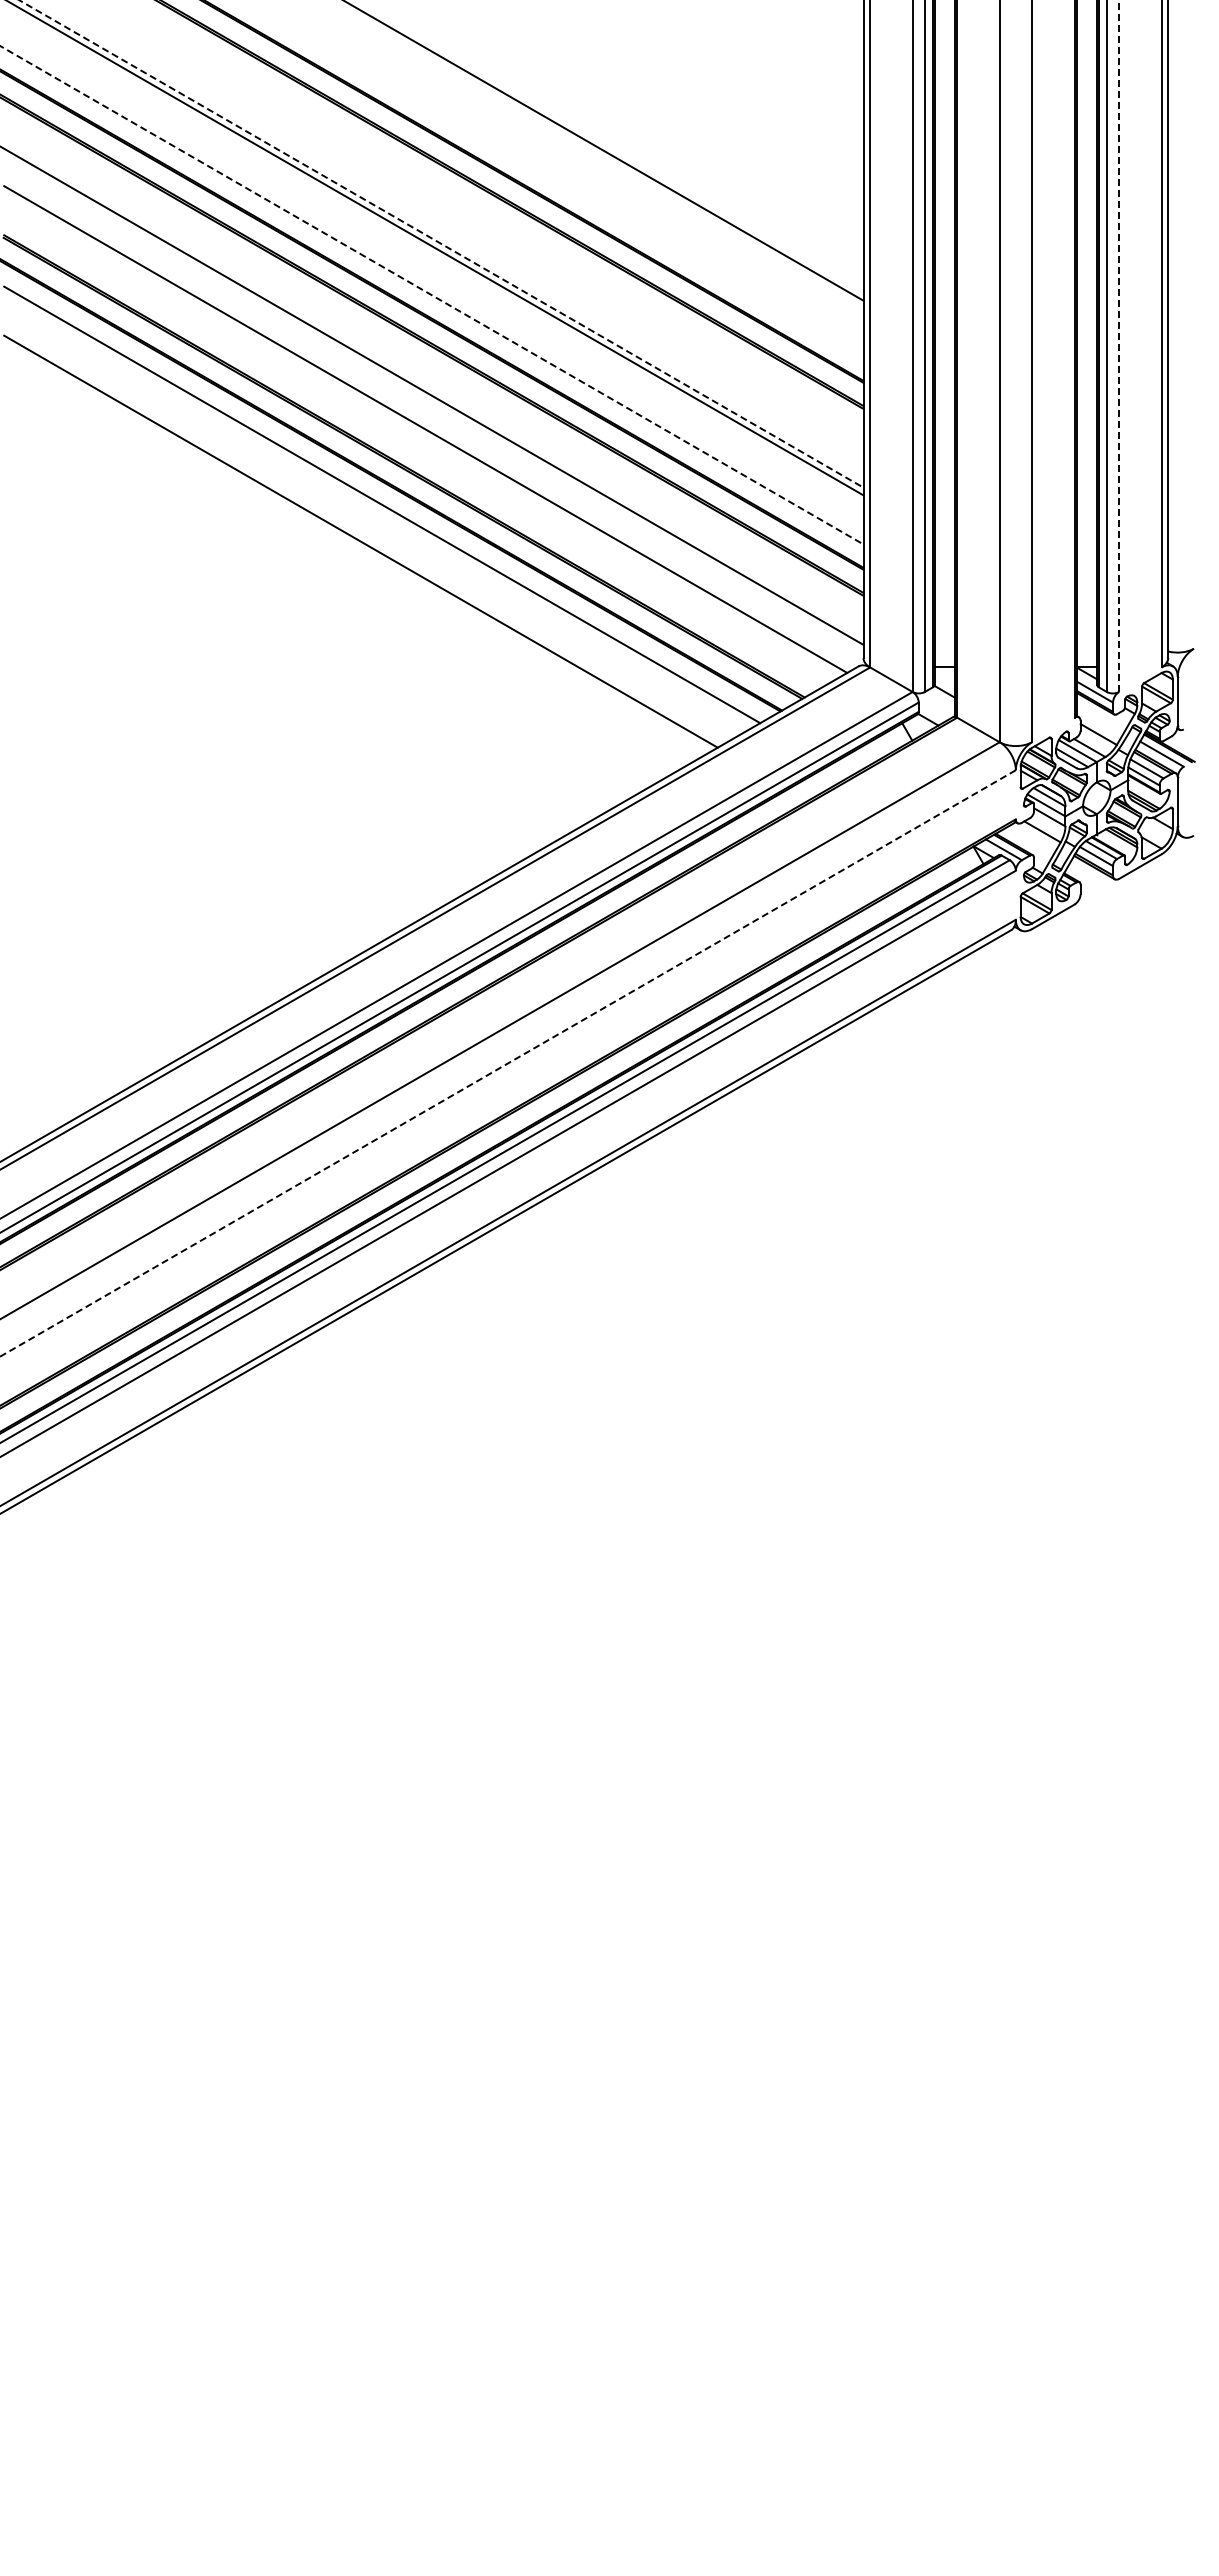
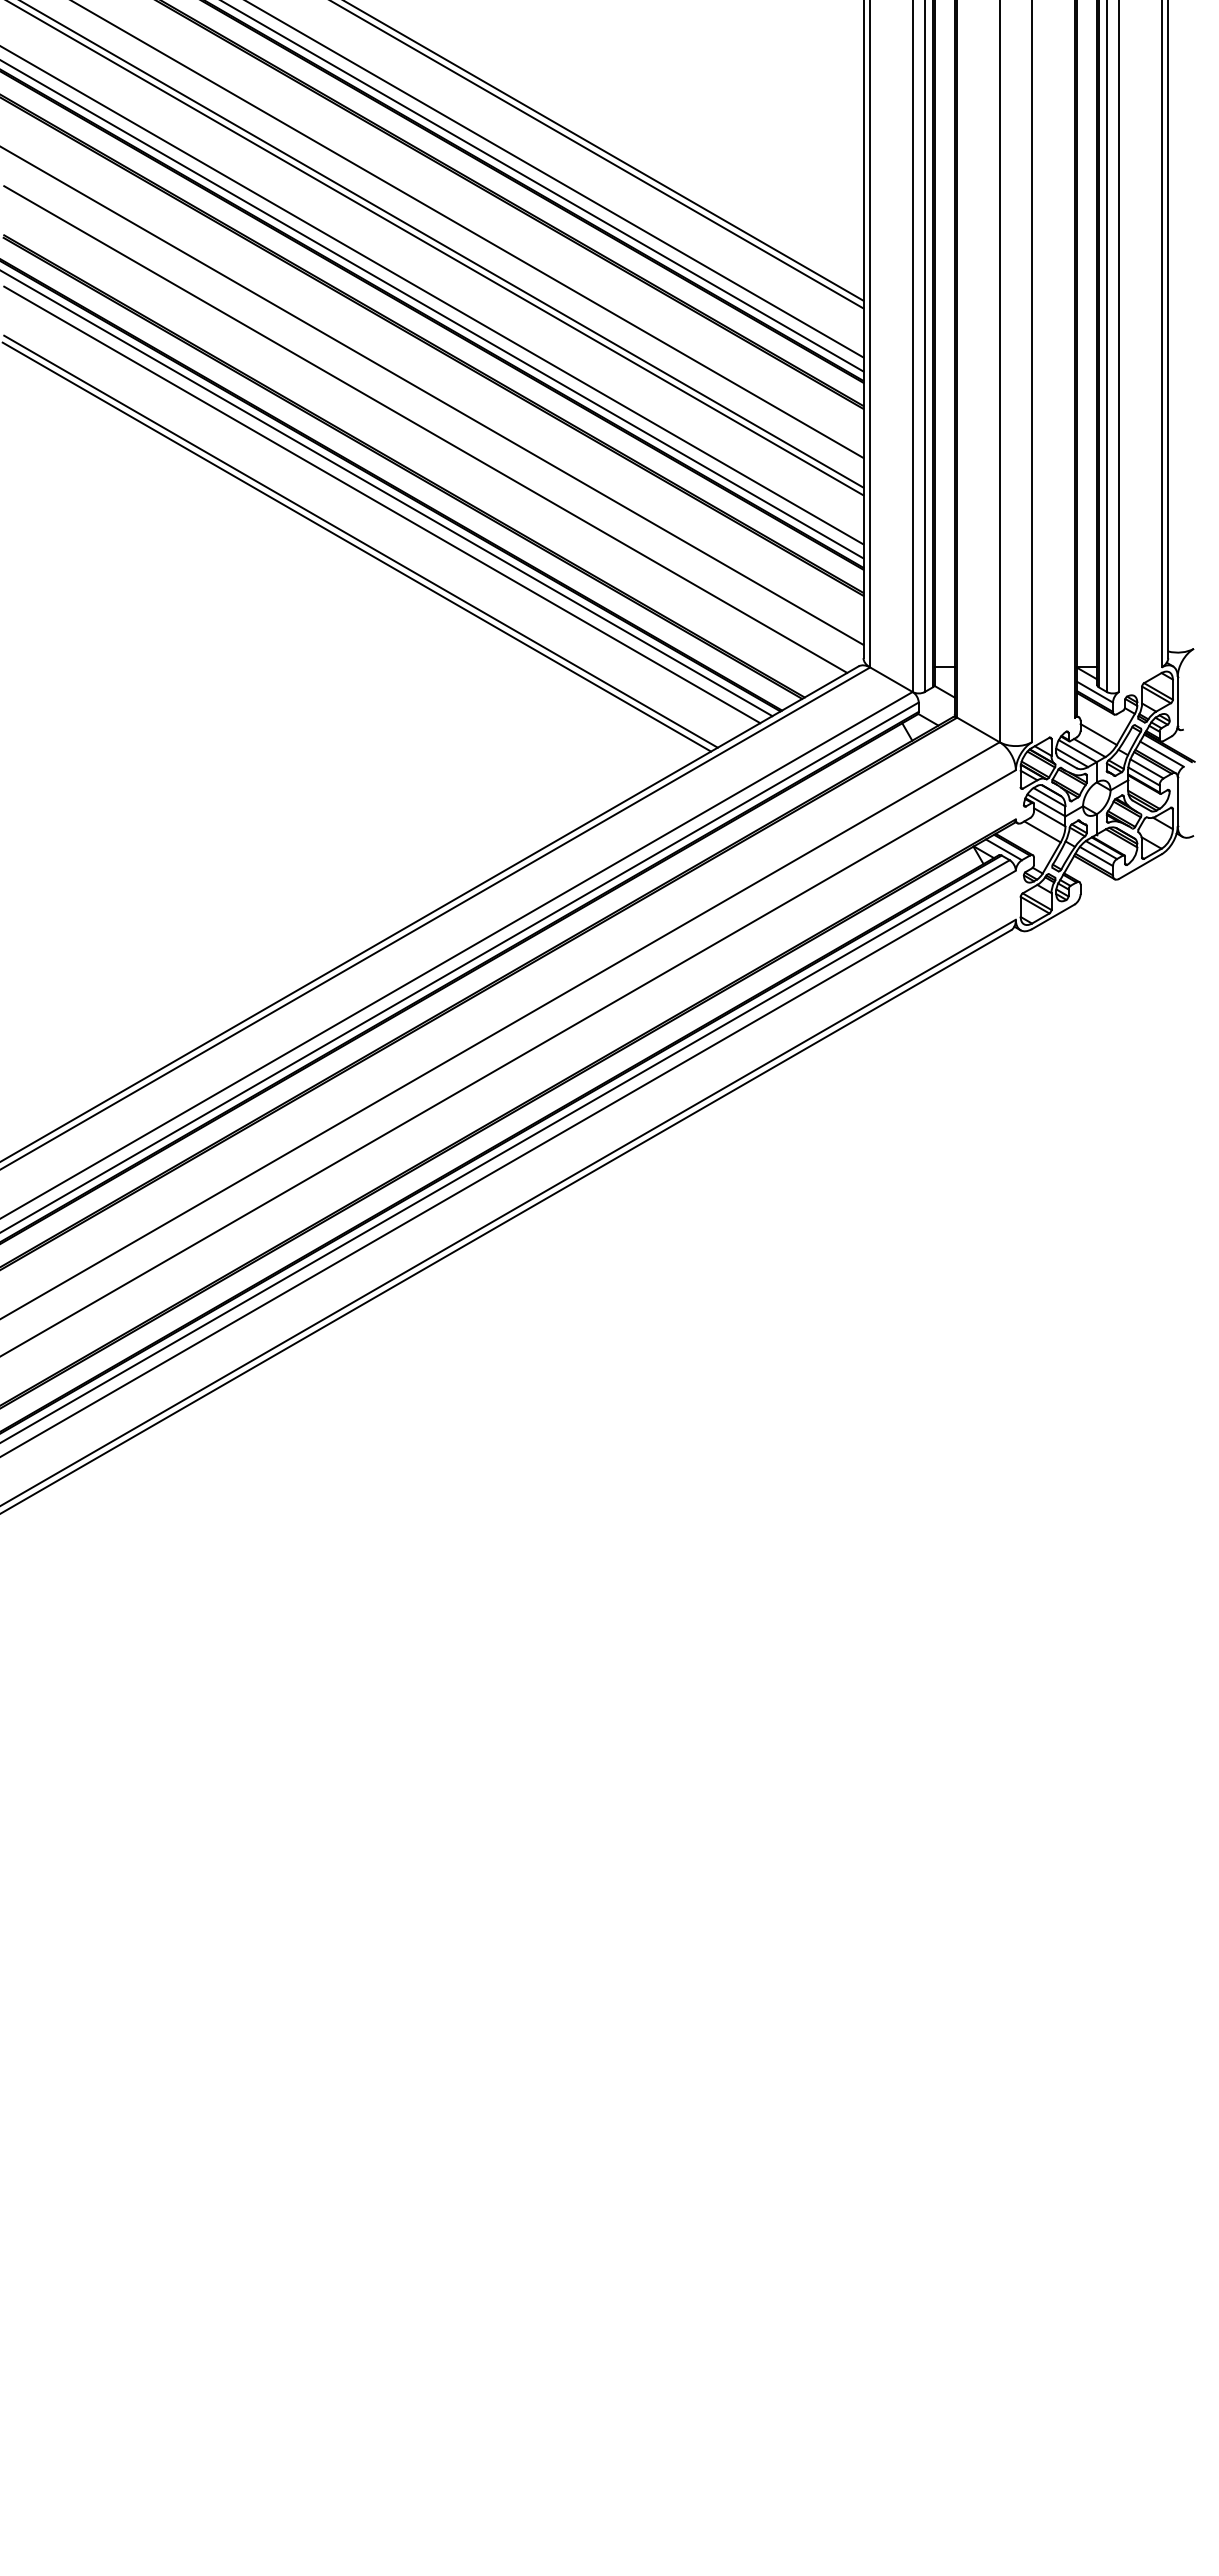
line at (598, 155): none -> present
line at (555, 179): none -> present
line at (543, 186): none -> present
line at (468, 230): none -> present
line at (441, 244): dashed -> solid
line at (432, 295): dashed -> solid
line at (432, 309): none -> present
line at (1119, 346): dashed -> solid
line at (387, 493): none -> present
line at (356, 546): none -> present
line at (507, 1063): dashed -> solid
